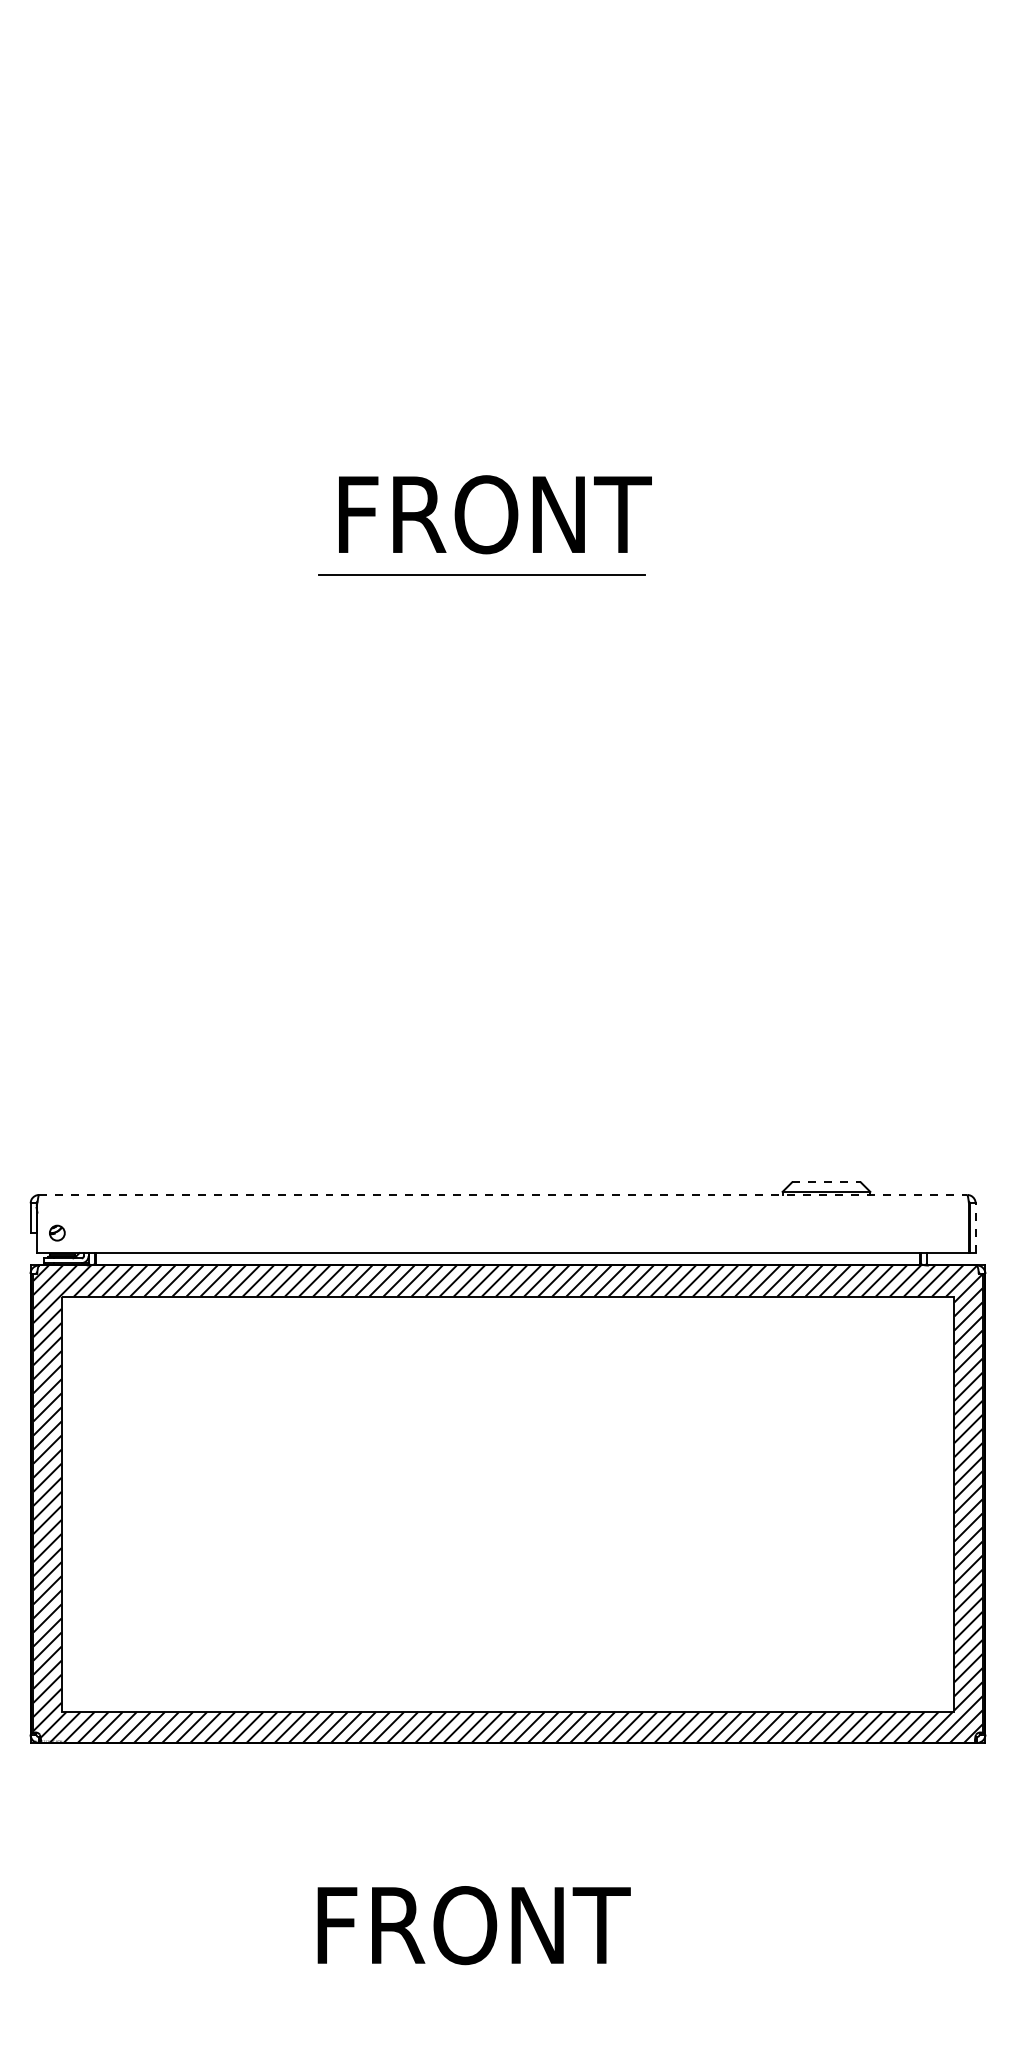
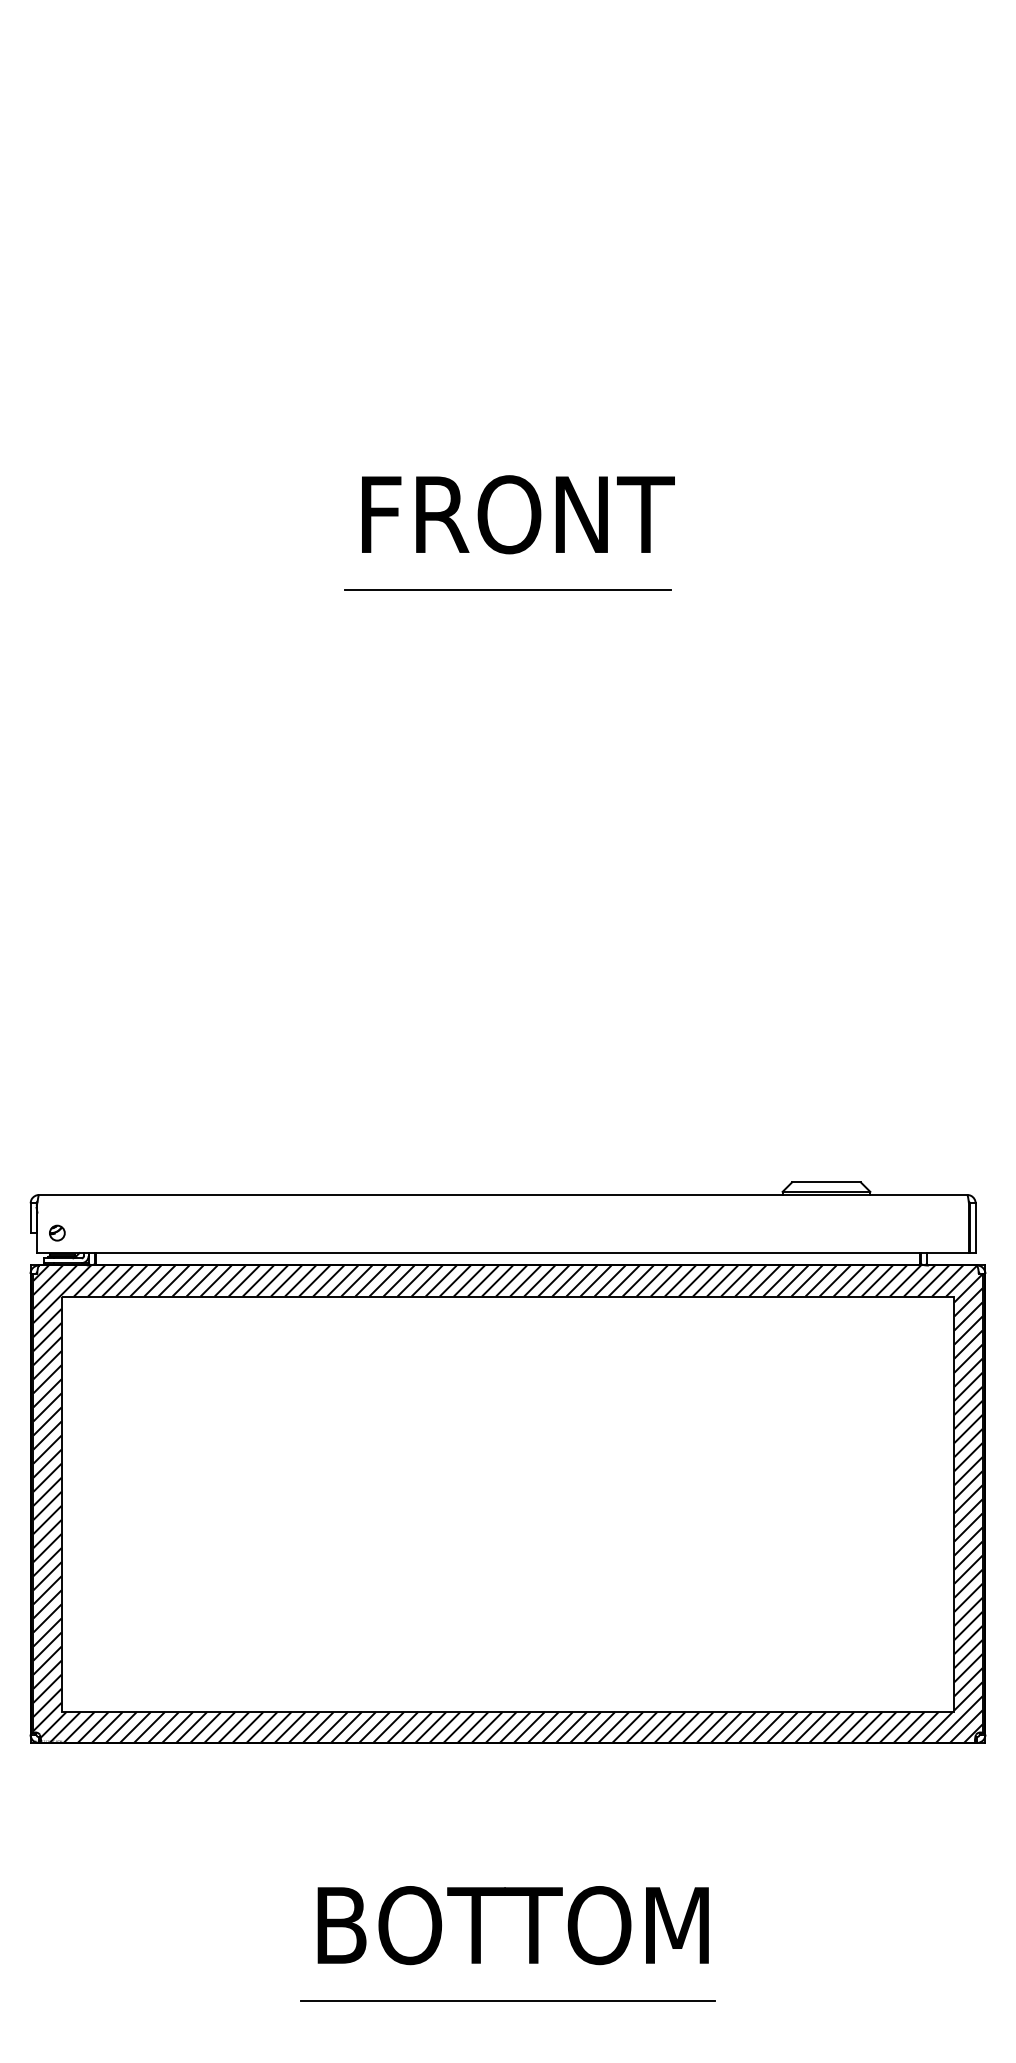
text at (495, 514) position: (495, 514) -> (518, 514)
line at (481, 574) position: (481, 574) -> (507, 589)
line at (826, 1182): dashed -> solid
line at (503, 1194): dashed -> solid
line at (975, 1228): dashed -> solid
text at (517, 1925): FRONT -> BOTTOM
line at (507, 2001): none -> present
